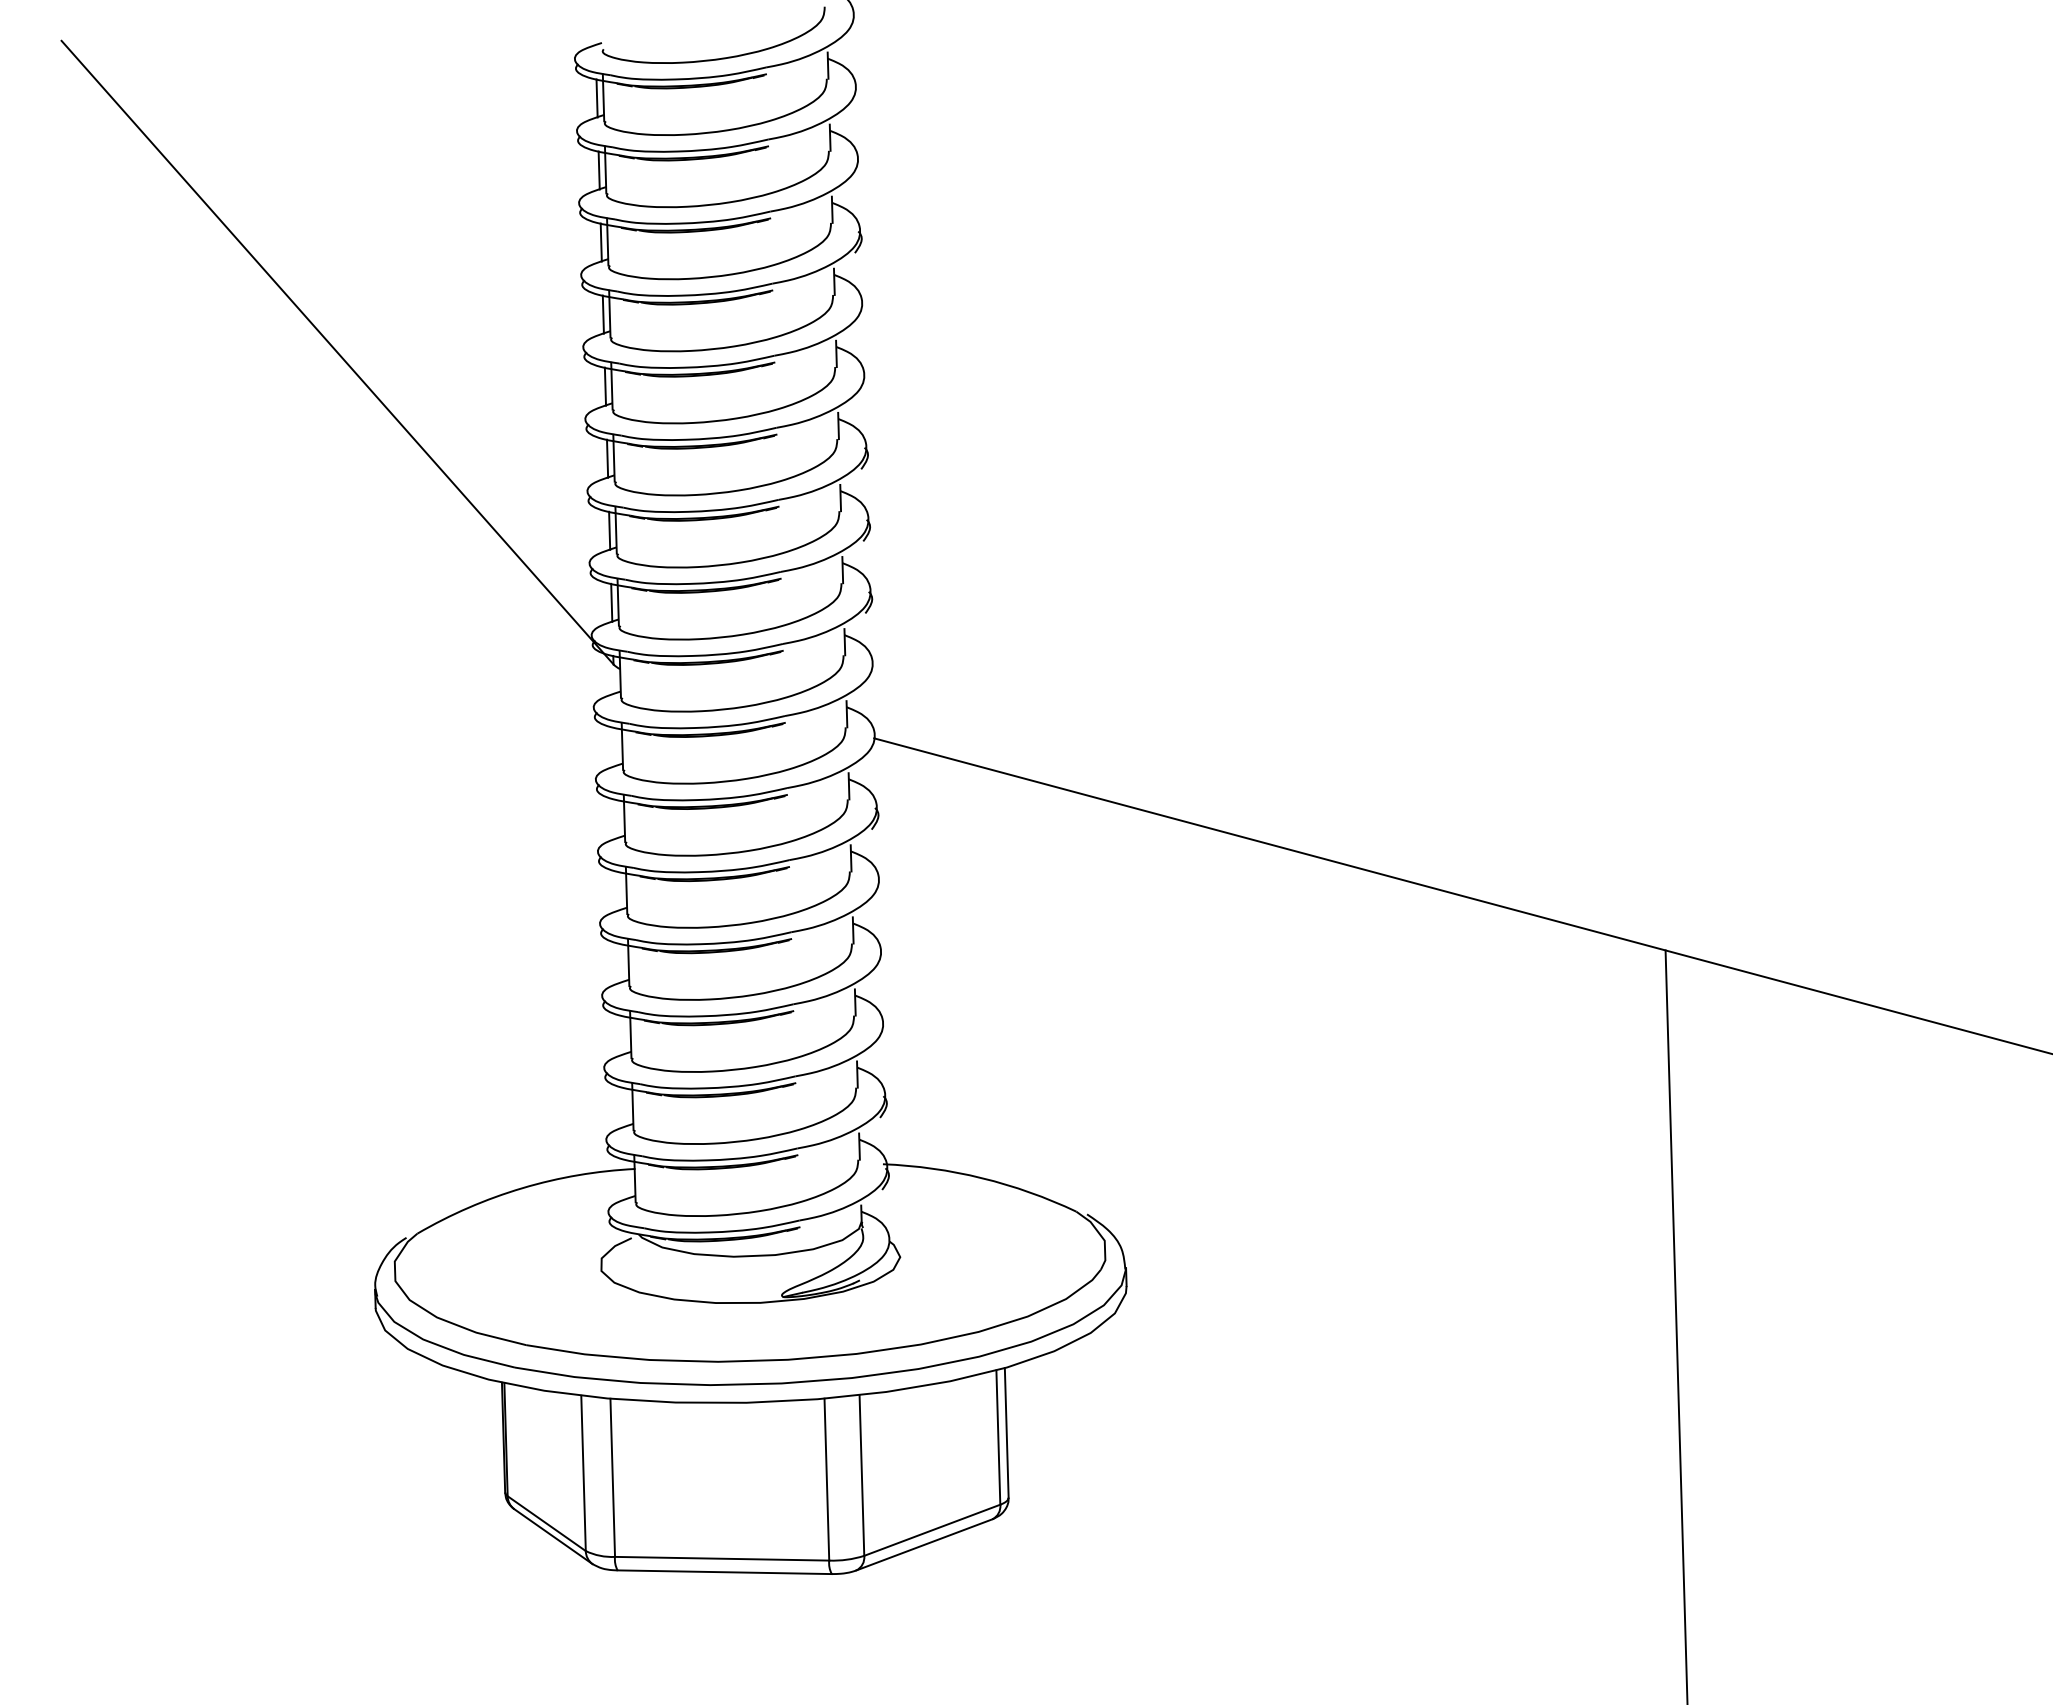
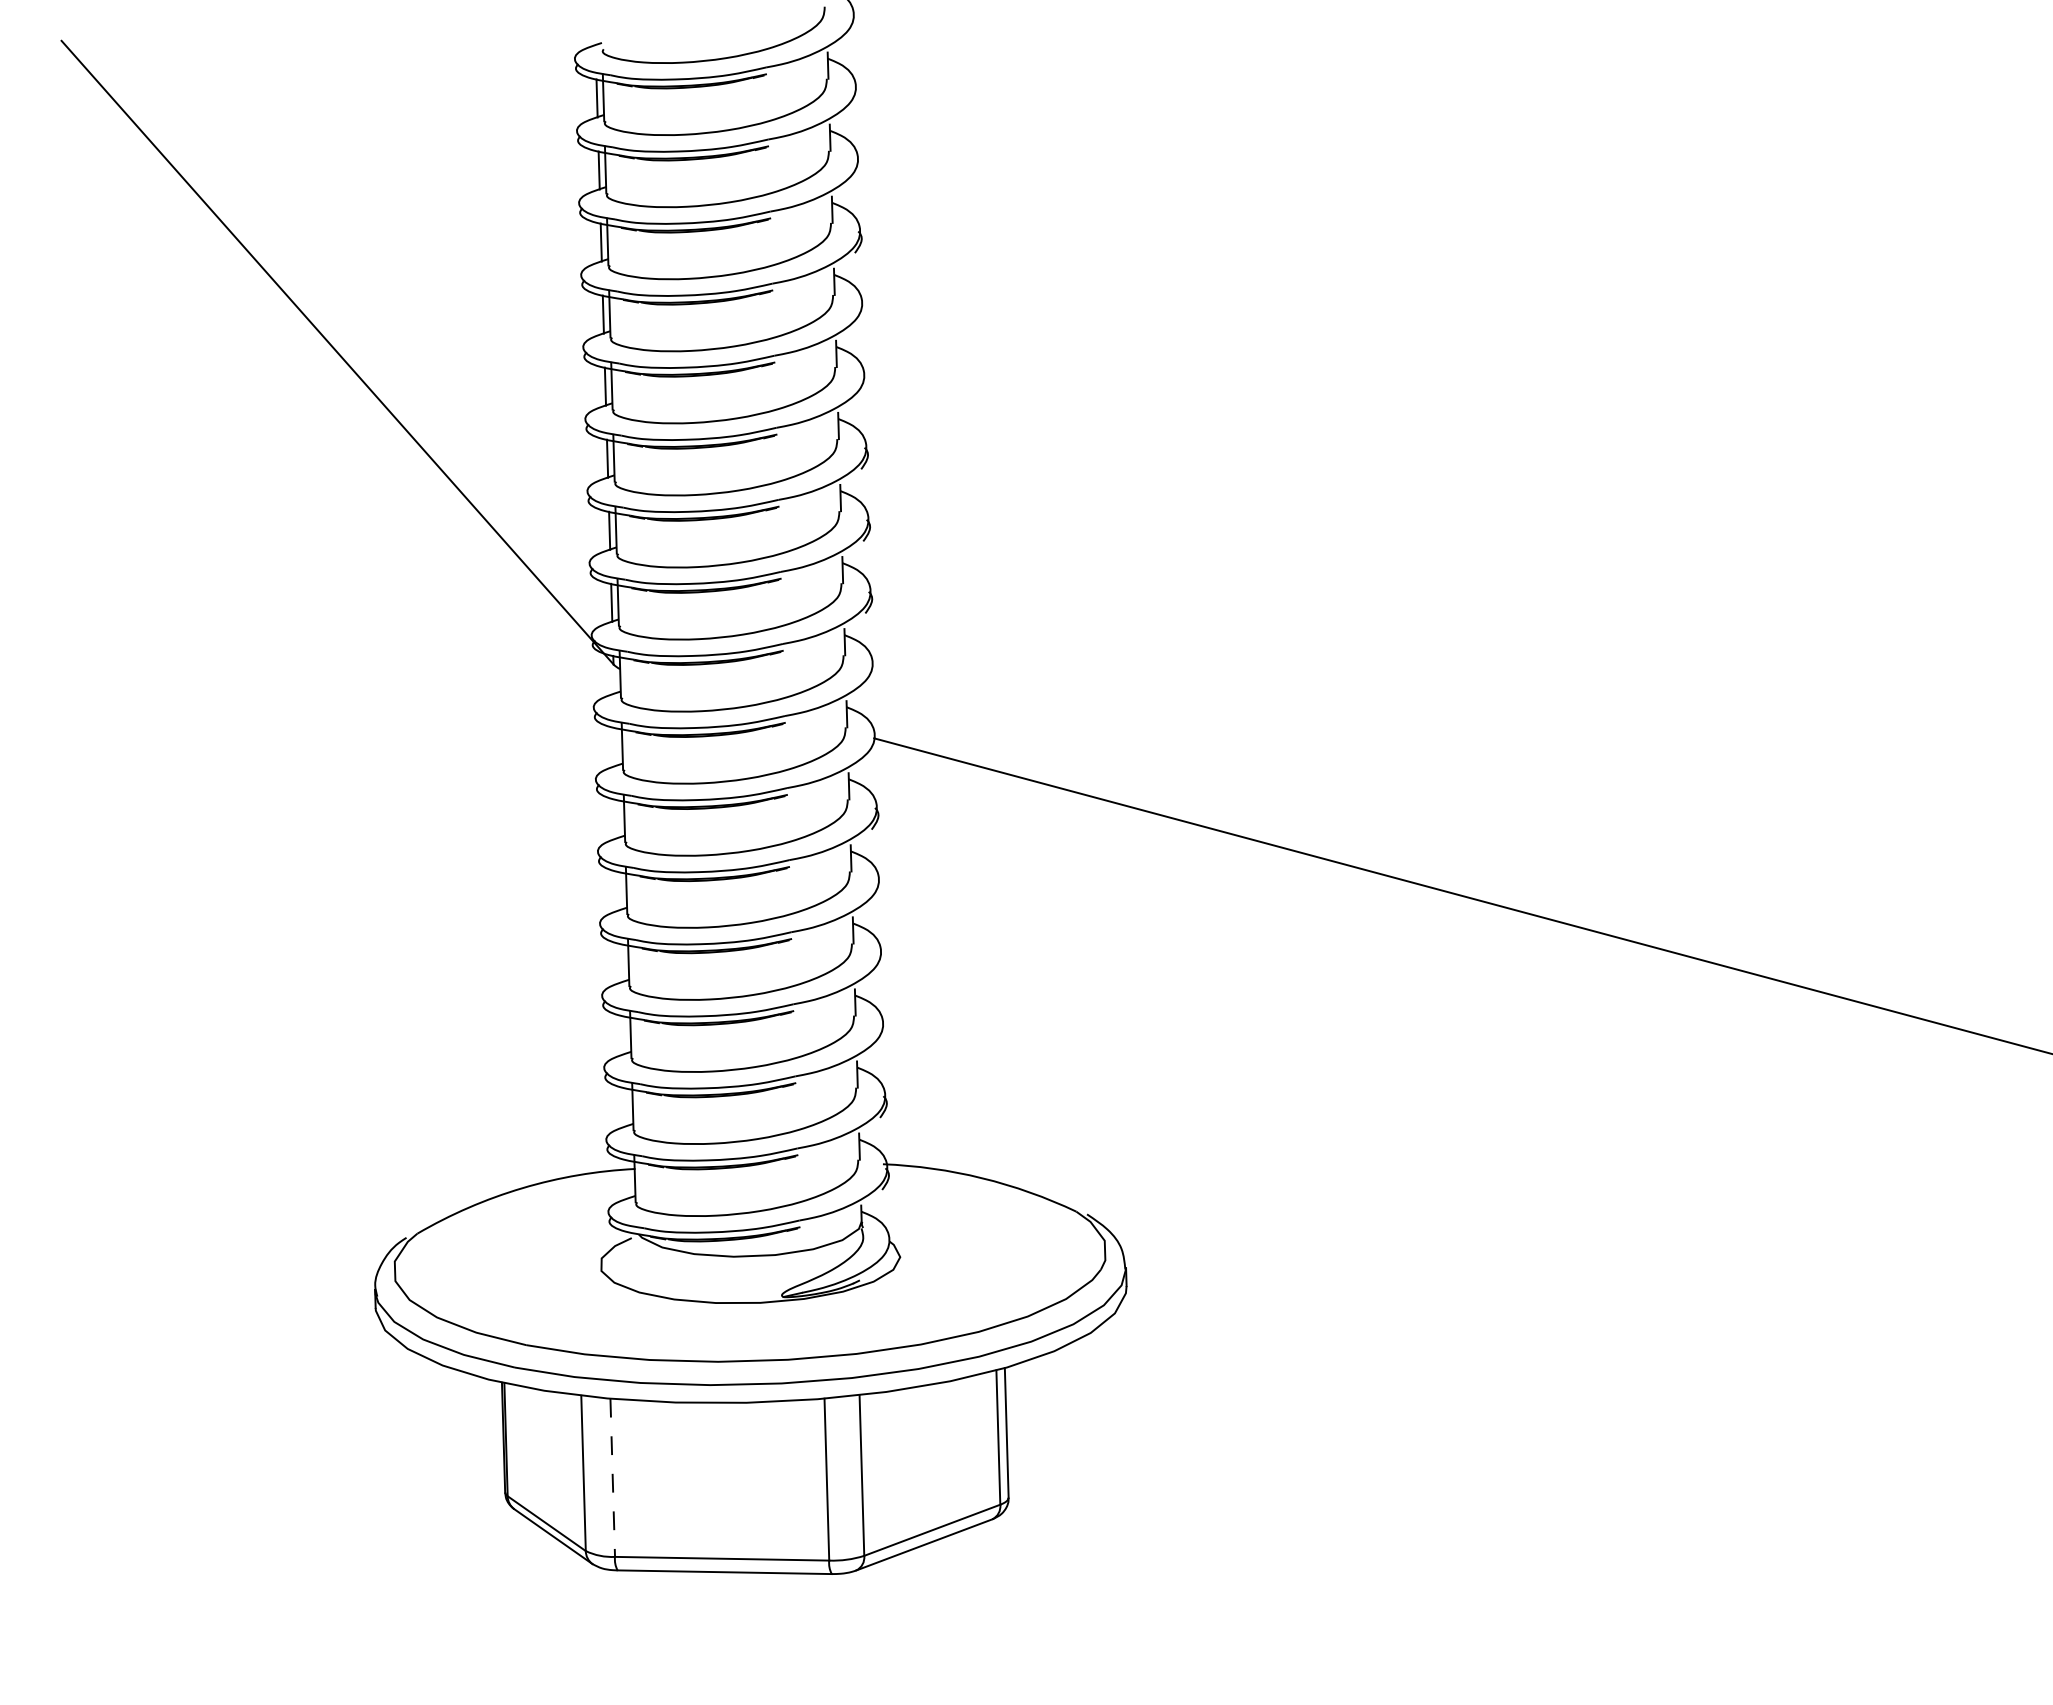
line at (1676, 1325): present -> none
line at (612, 1478): solid -> dashed
